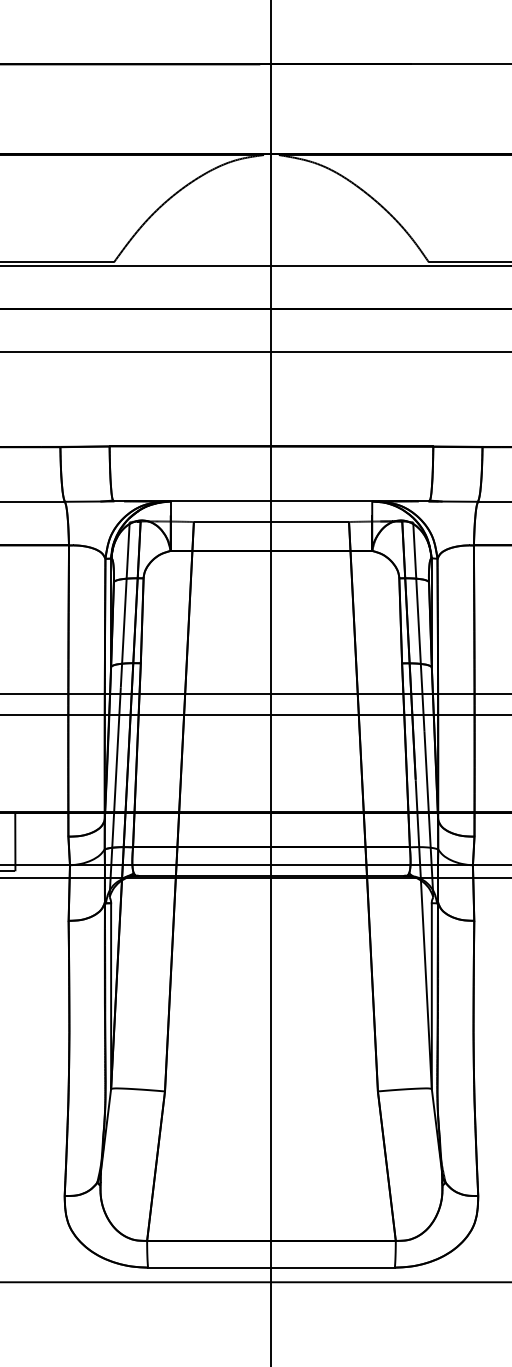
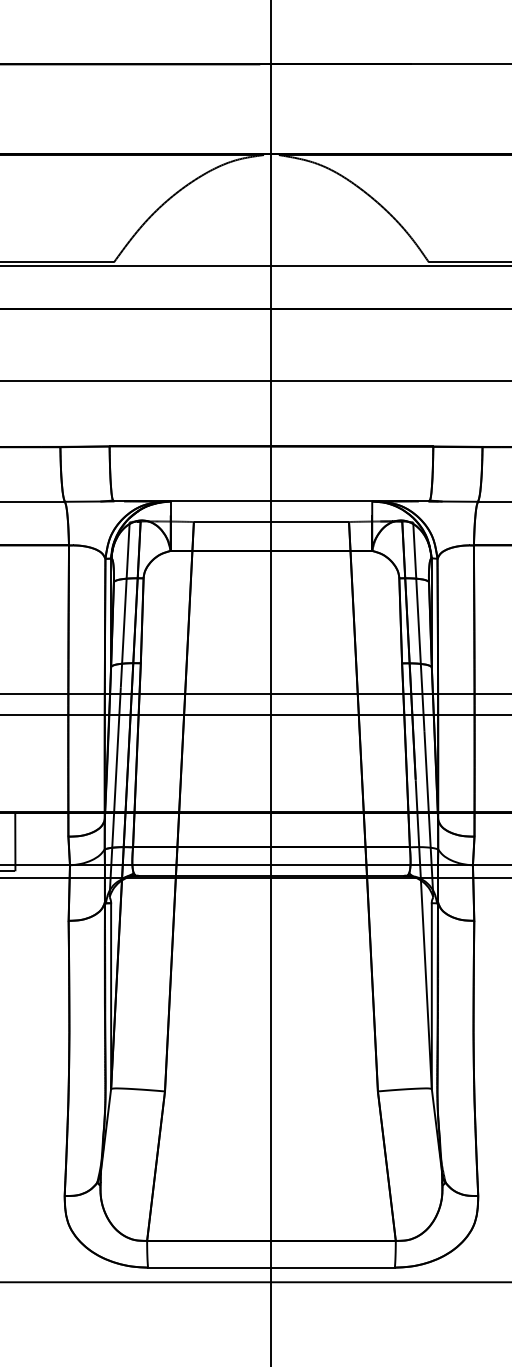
line at (255, 351) position: (255, 351) -> (255, 380)
